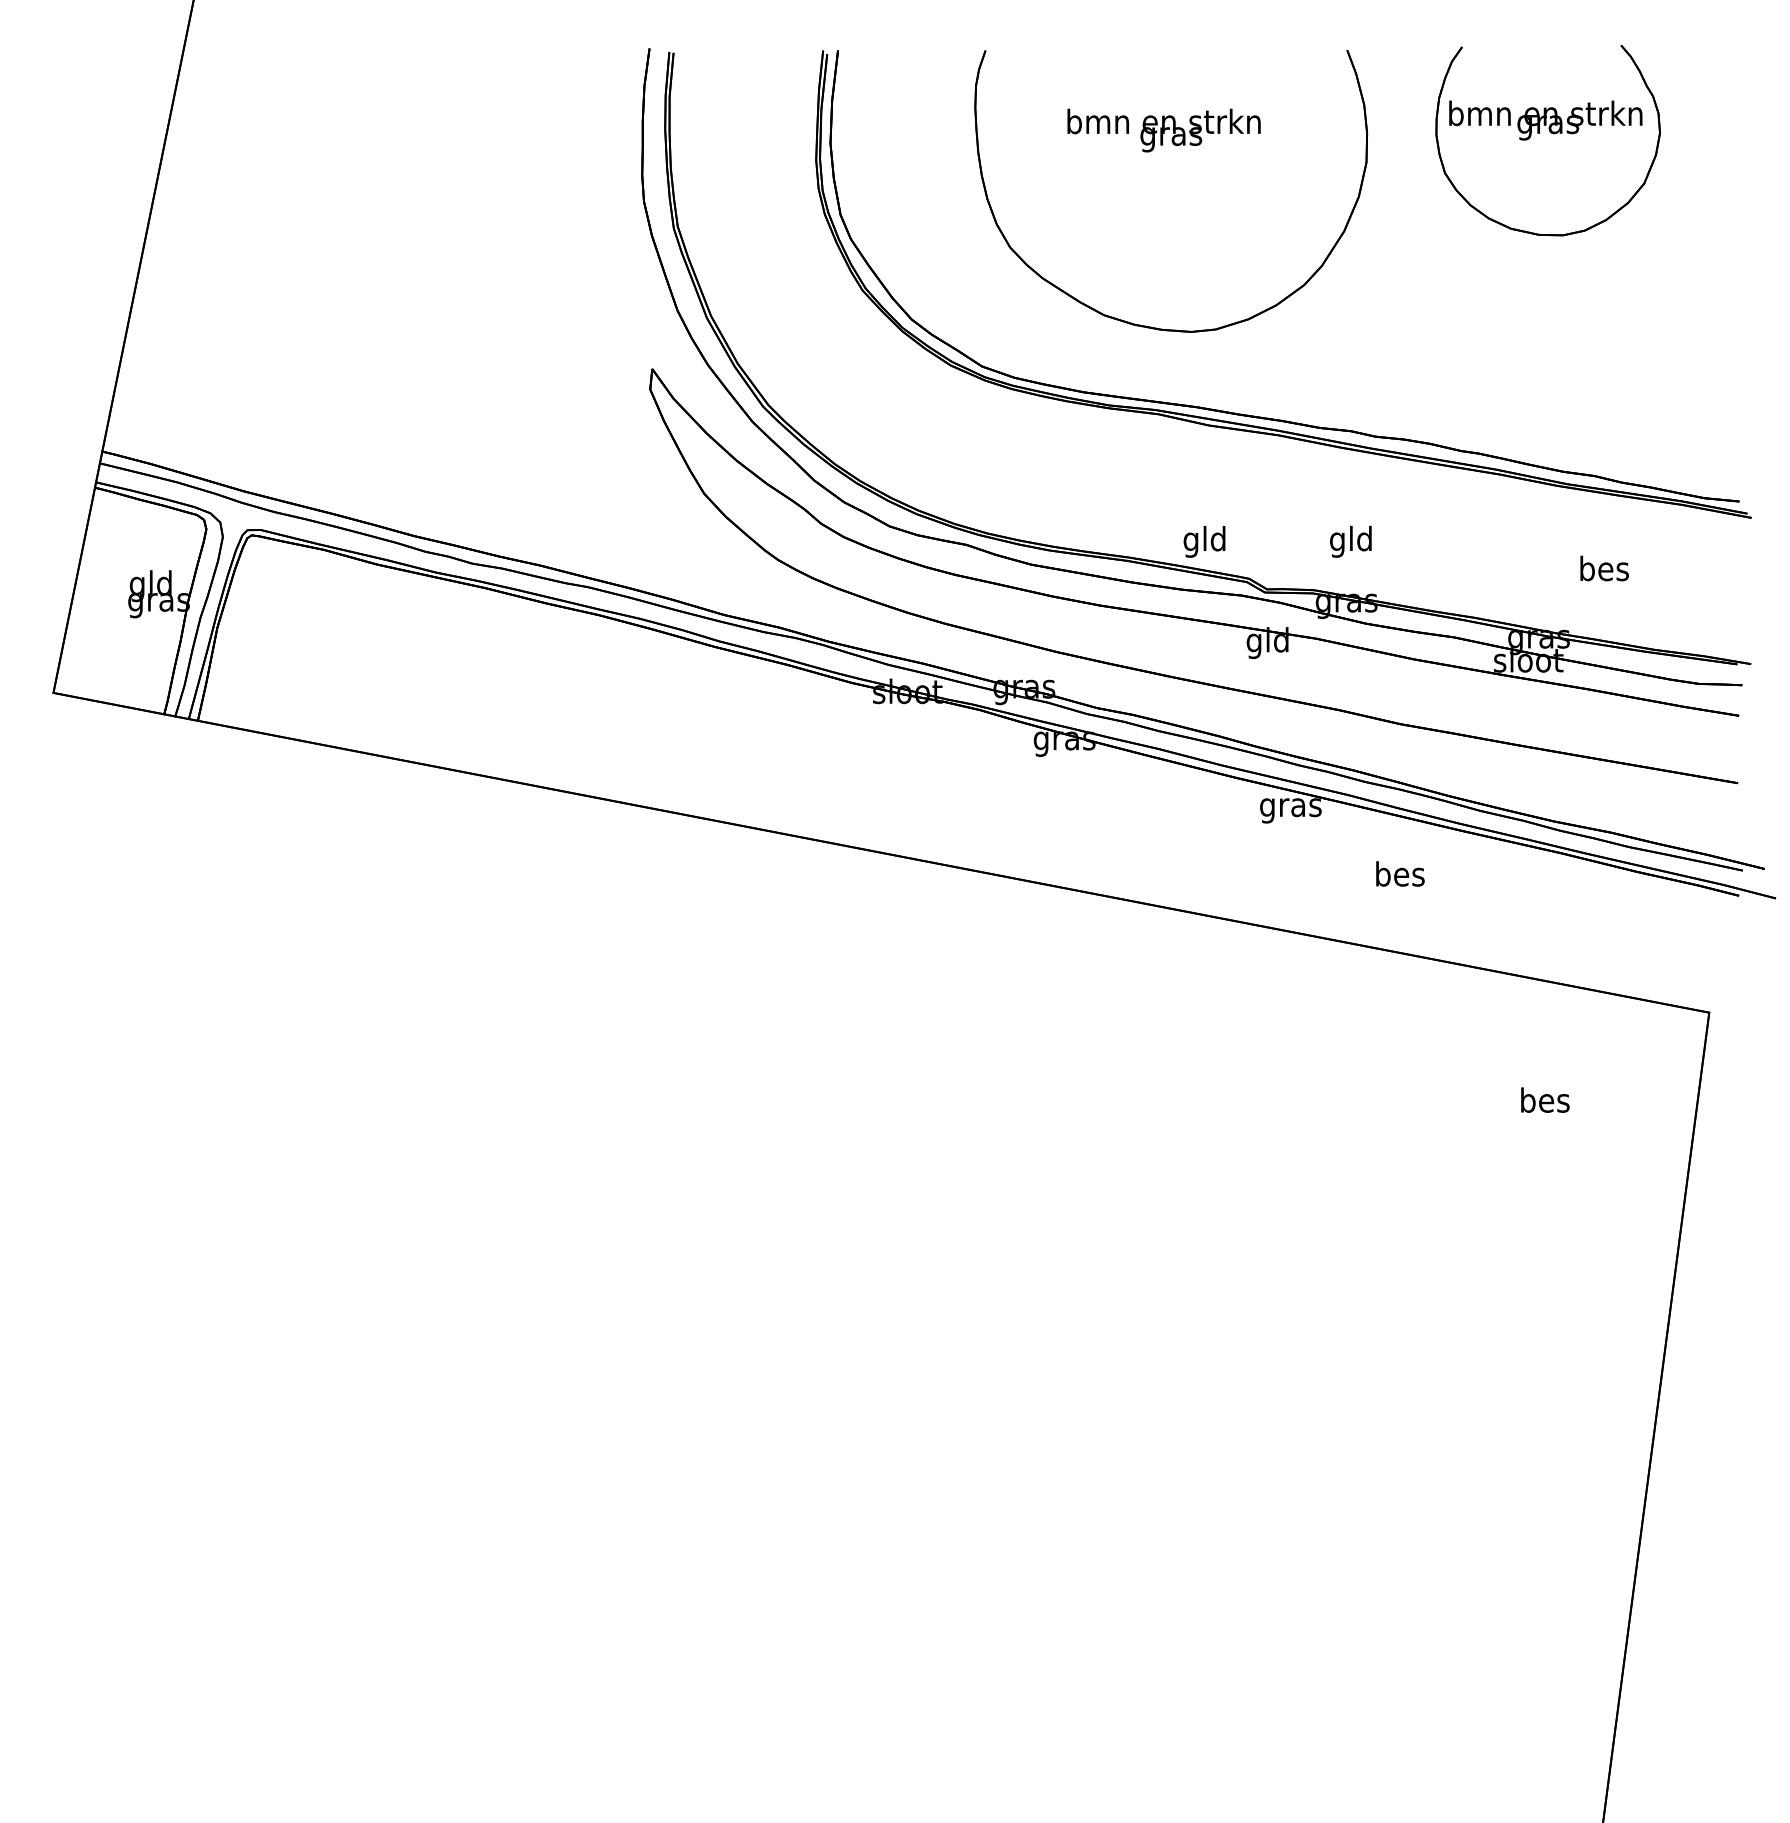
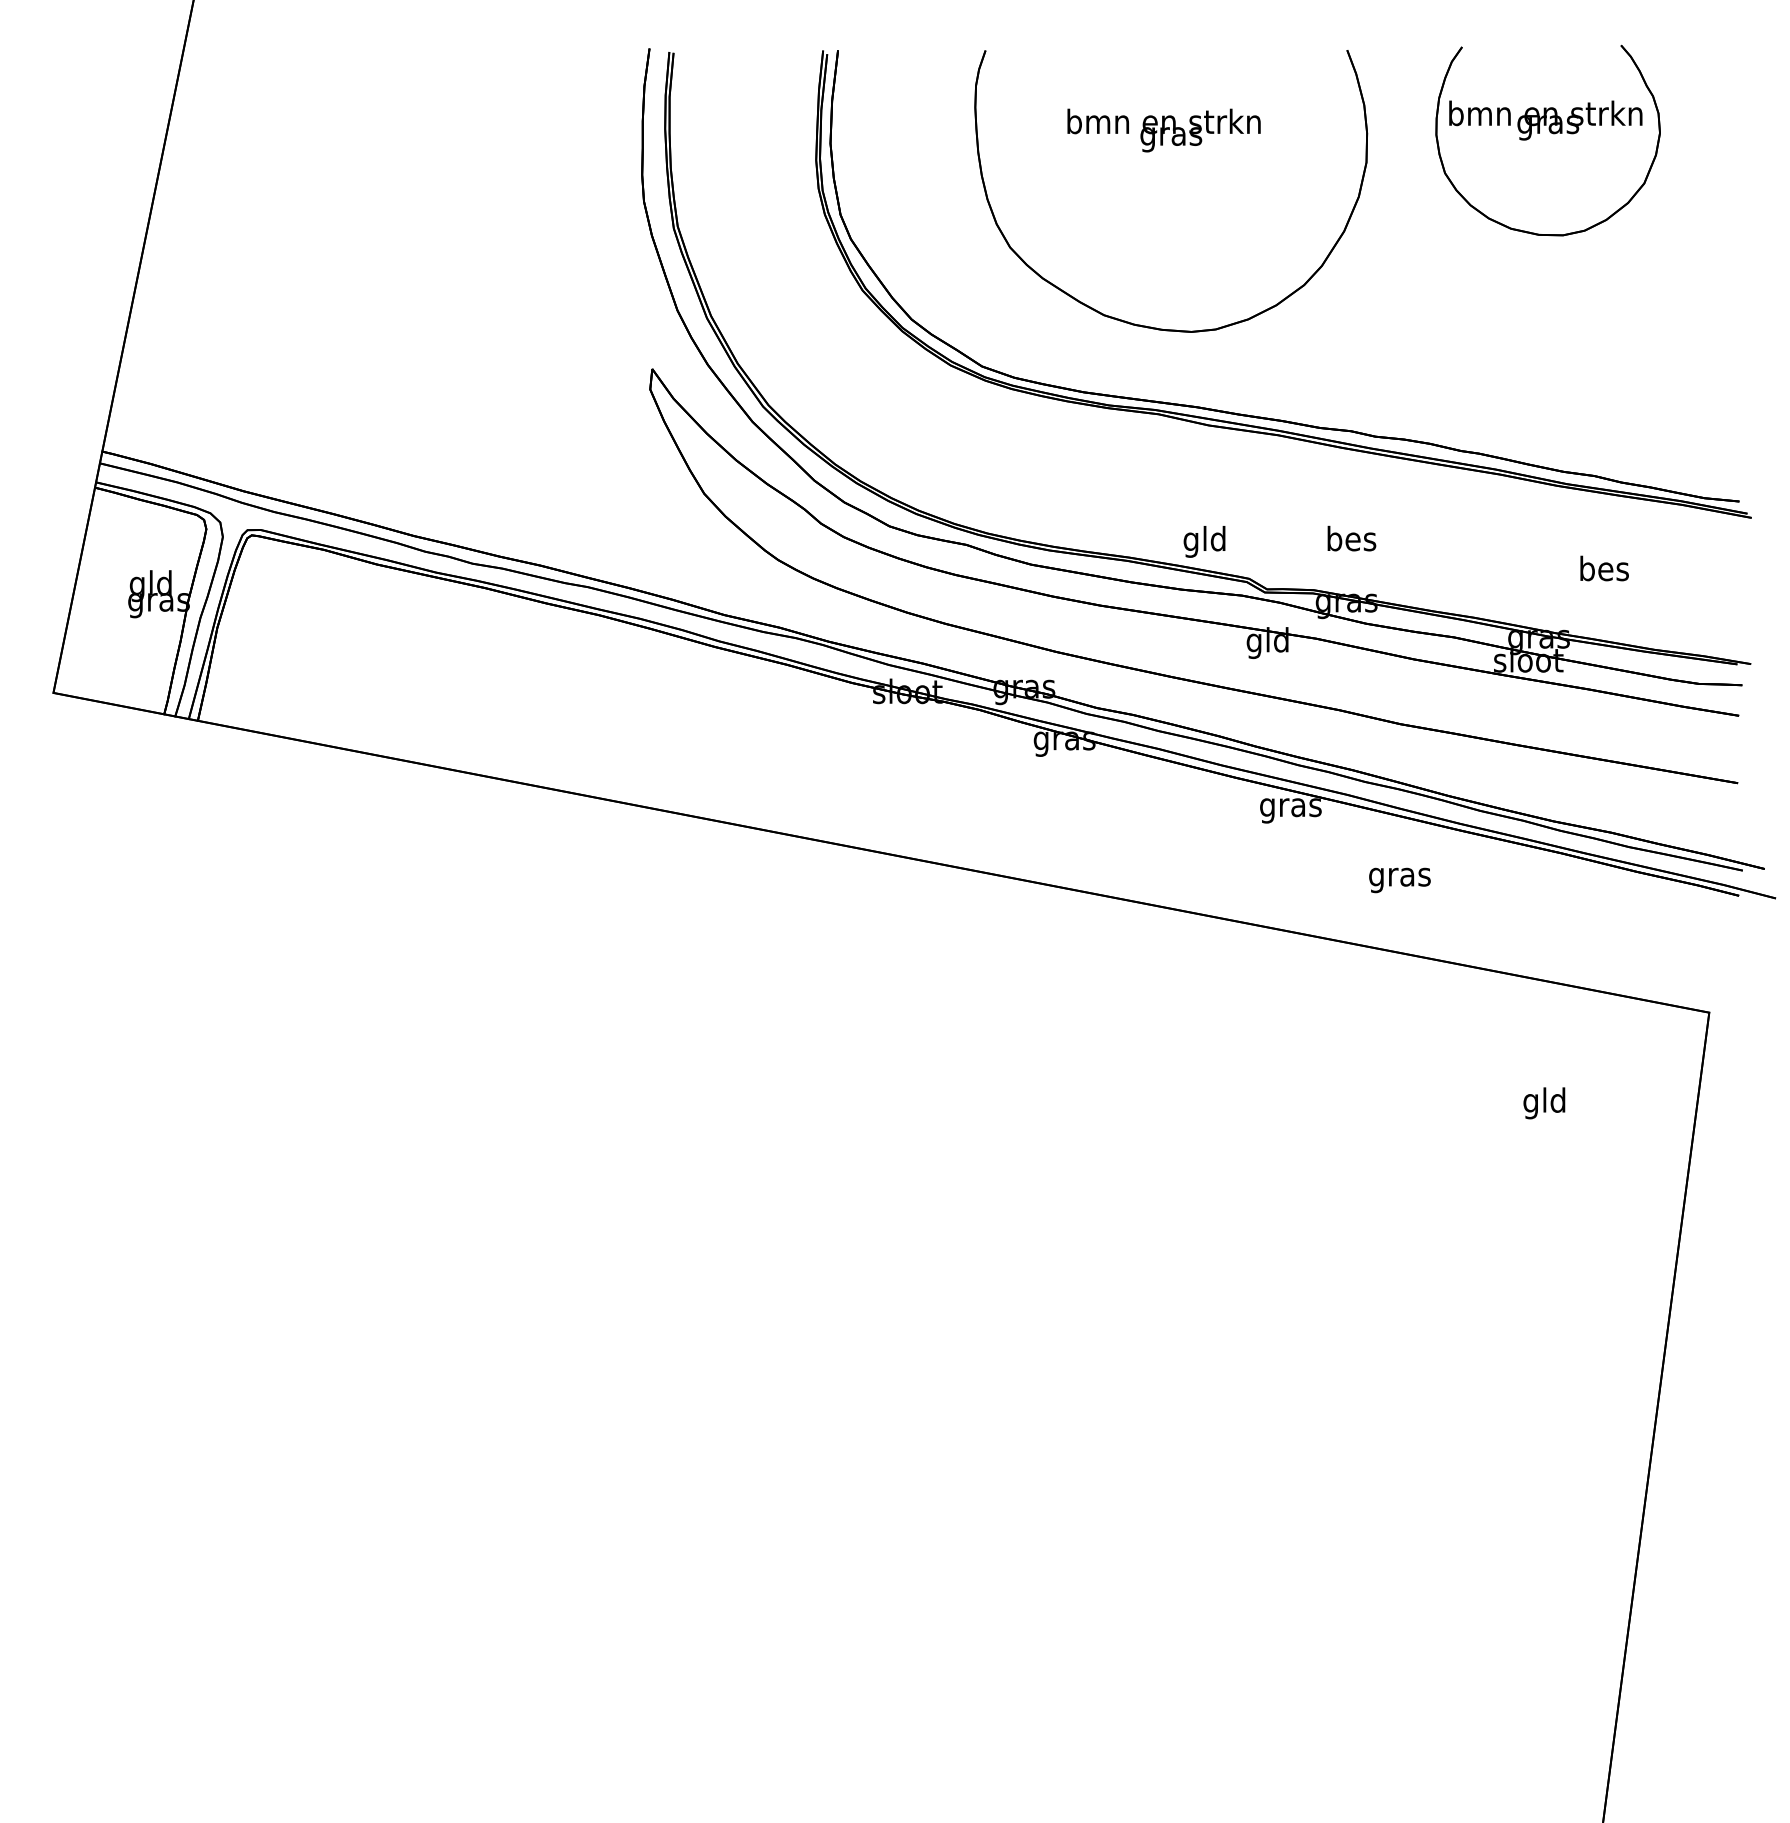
text at (1351, 541): gld -> bes
text at (1399, 877): bes -> gras
text at (1545, 1103): bes -> gld
